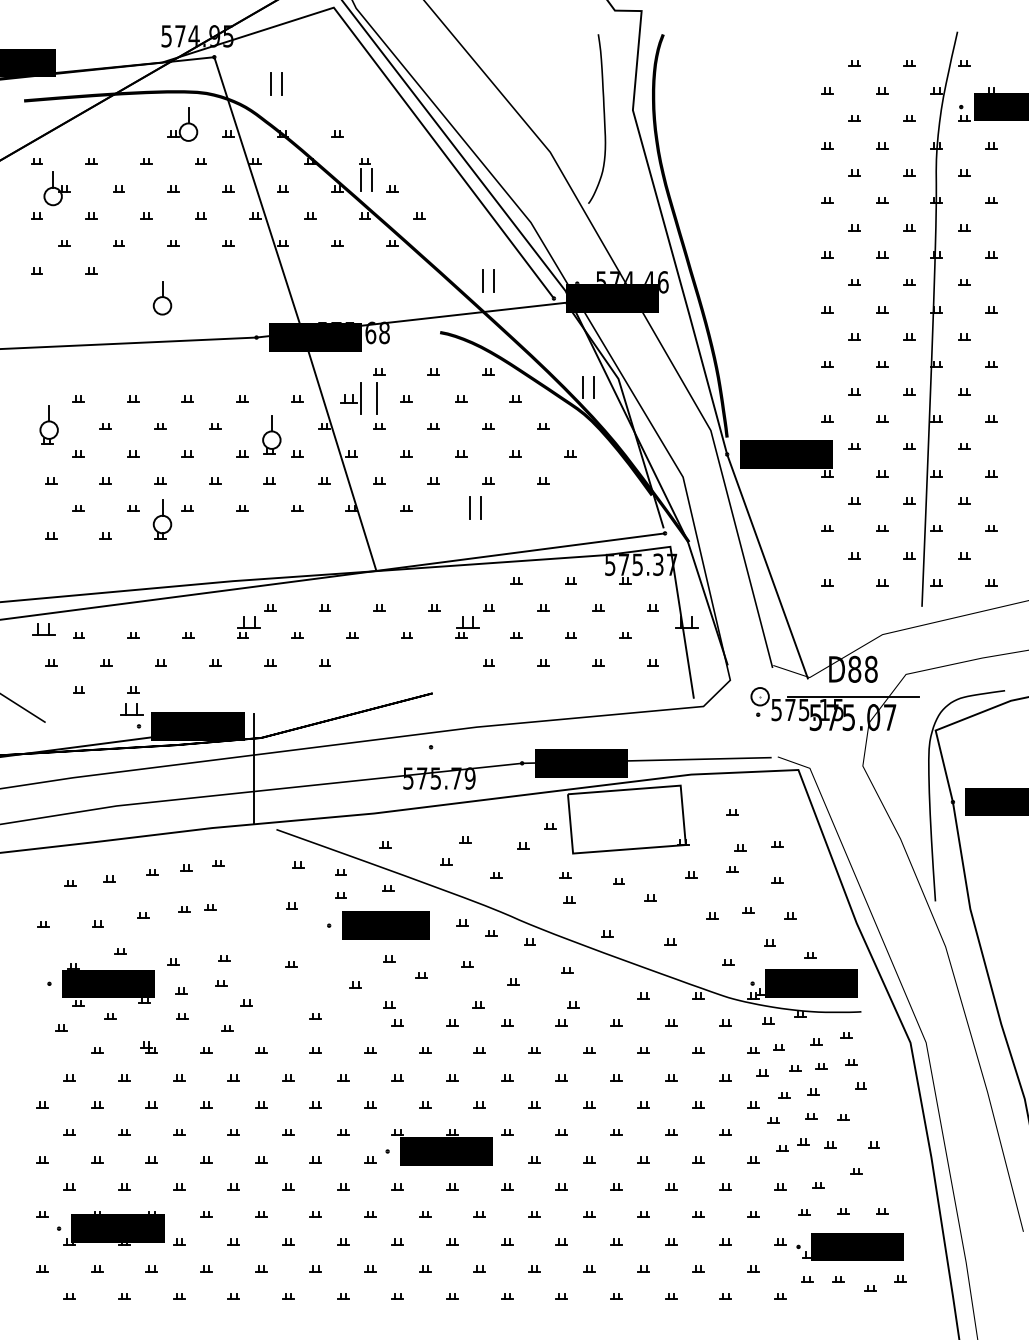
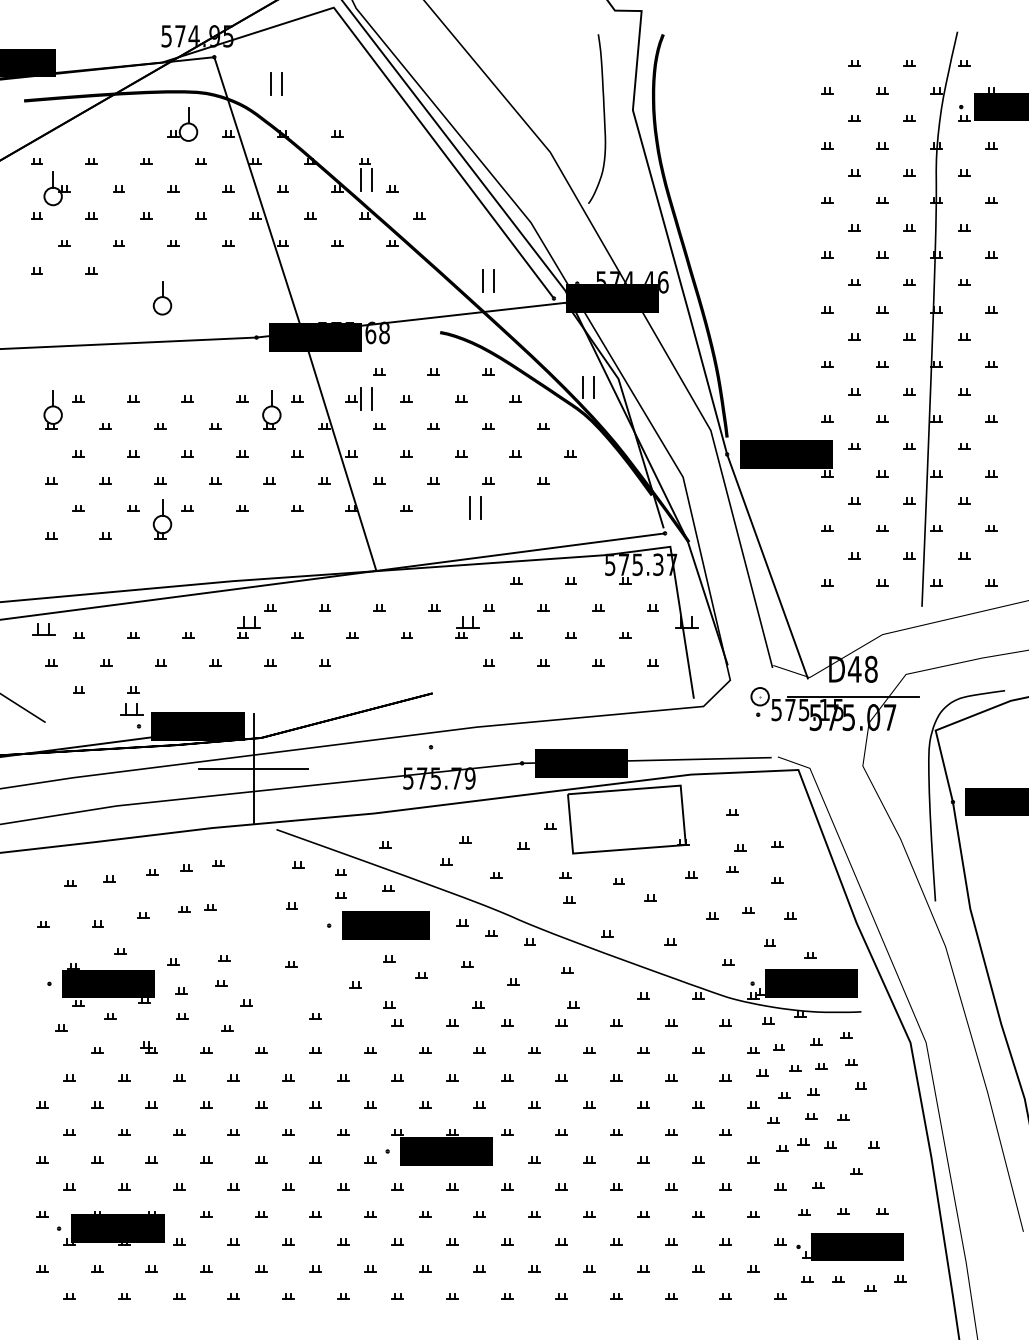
part at (358, 398) size: 38x33 px -> 28x24 px
part at (48, 424) position: (48, 424) -> (52, 409)
part at (271, 434) position: (271, 434) -> (271, 409)
text at (854, 668): D88 -> D48
line at (253, 768): none -> present
